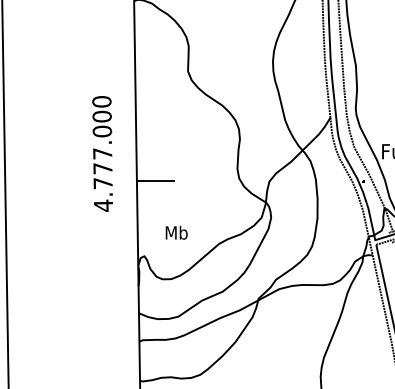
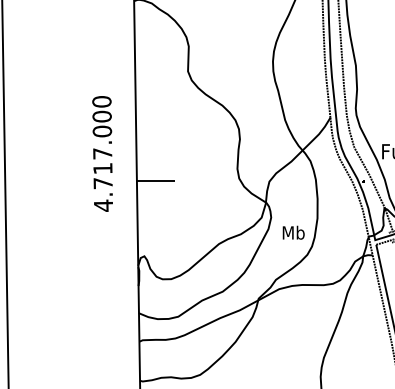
text at (102, 168): 4.777.000 -> 4.717.000
text at (176, 232) position: (176, 232) -> (293, 232)
